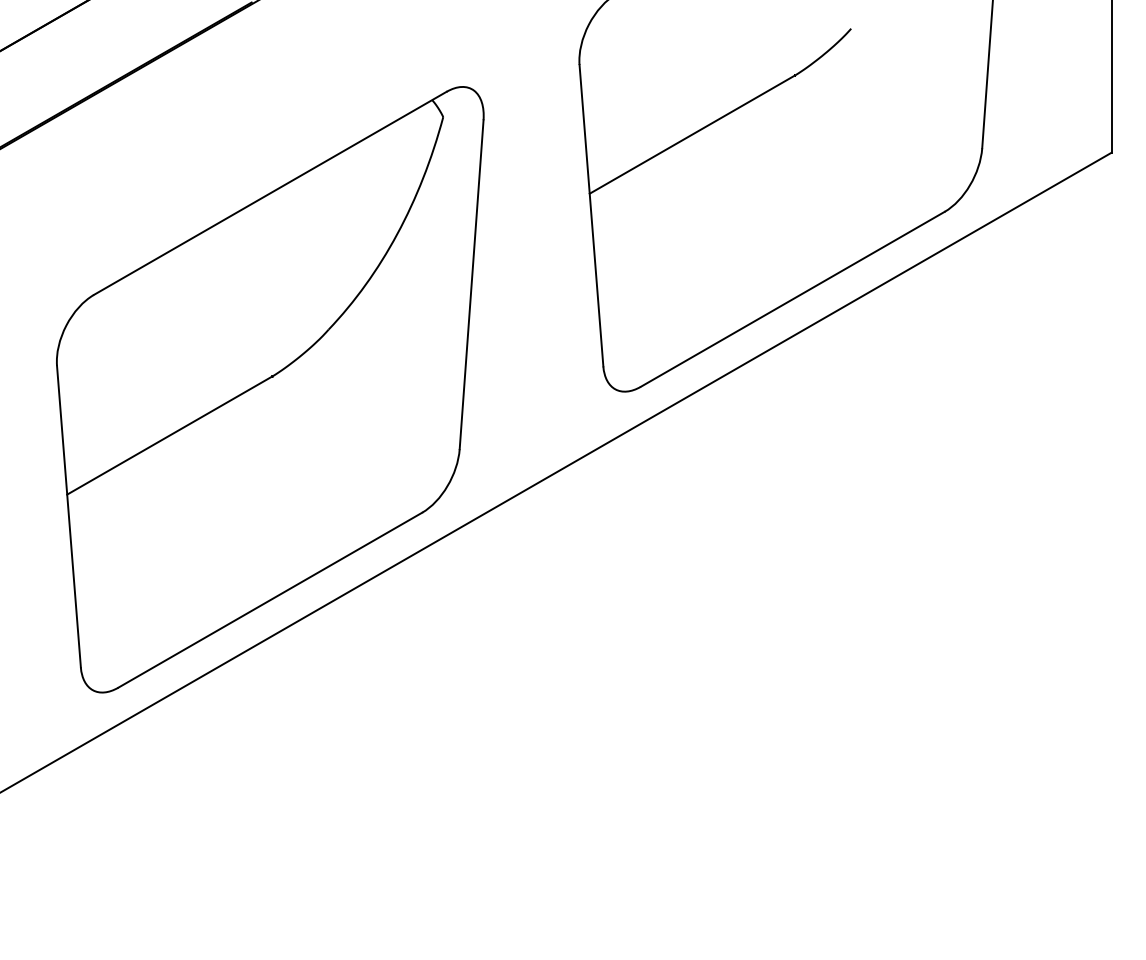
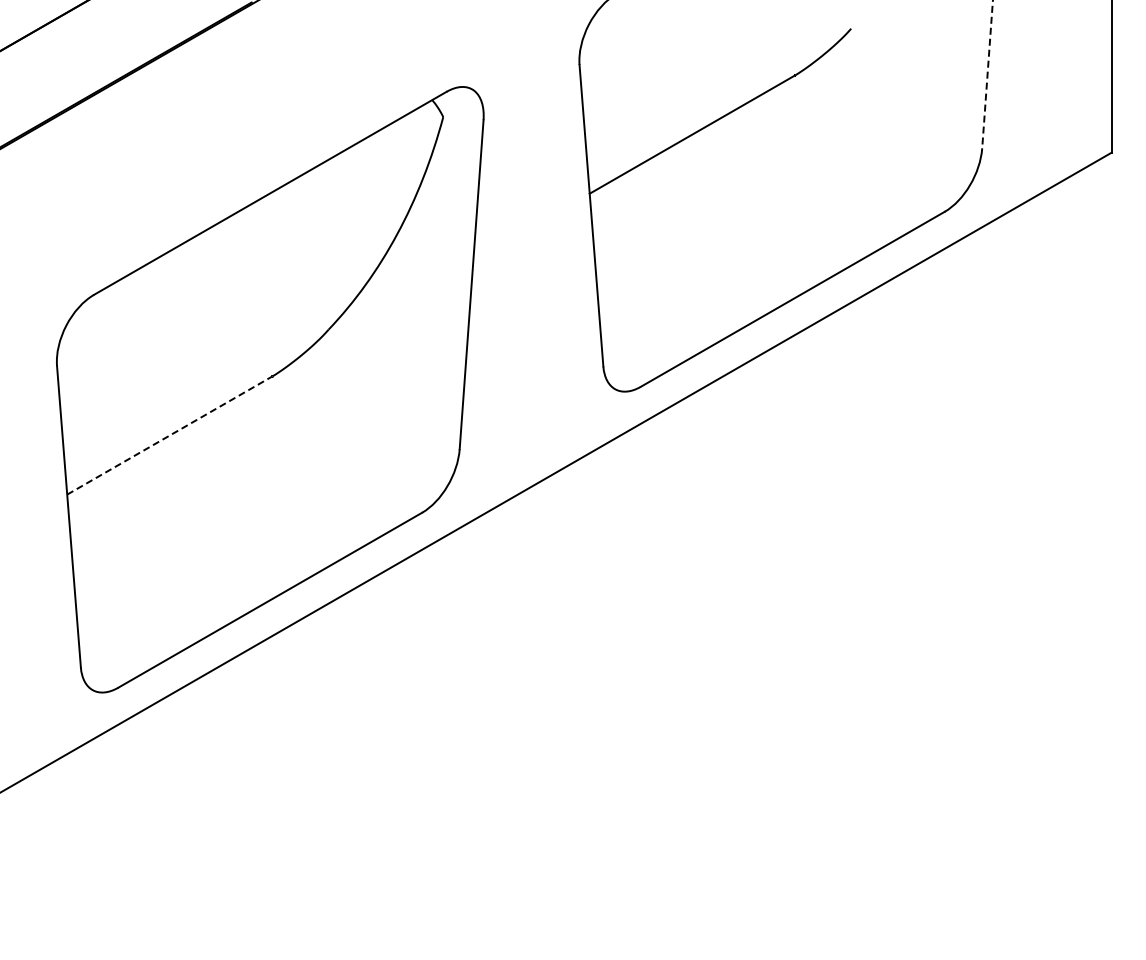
line at (987, 74): solid -> dashed
line at (170, 435): solid -> dashed
